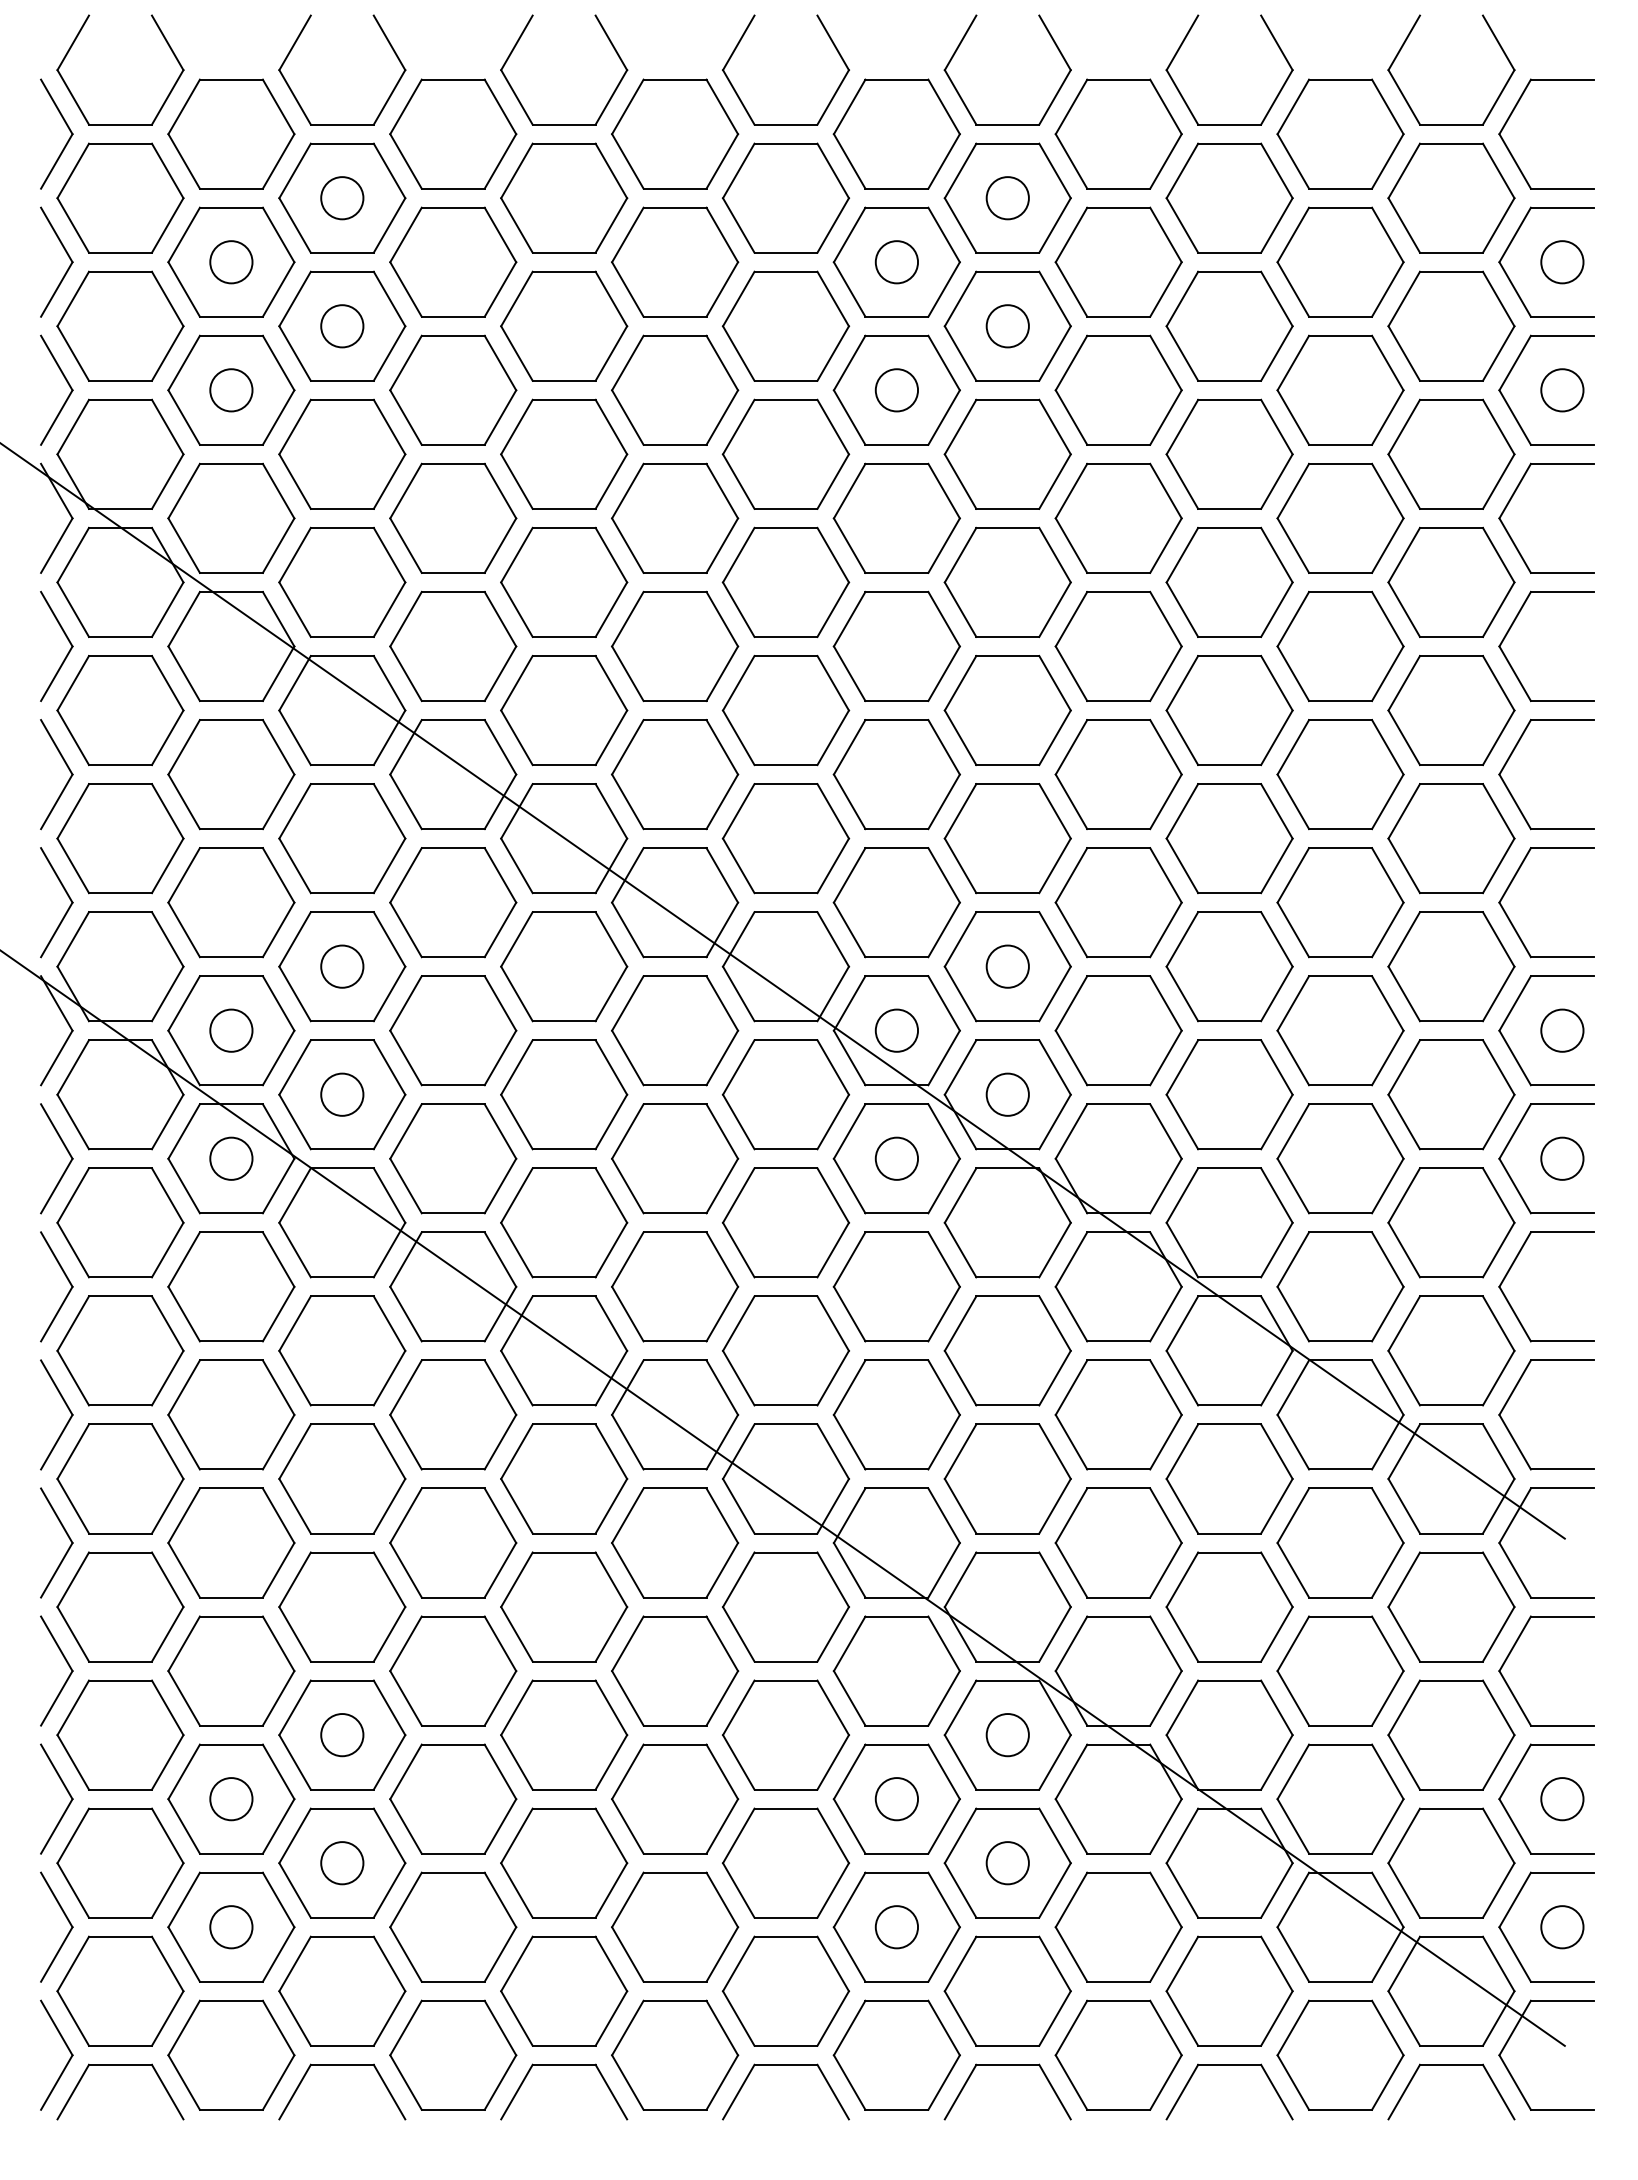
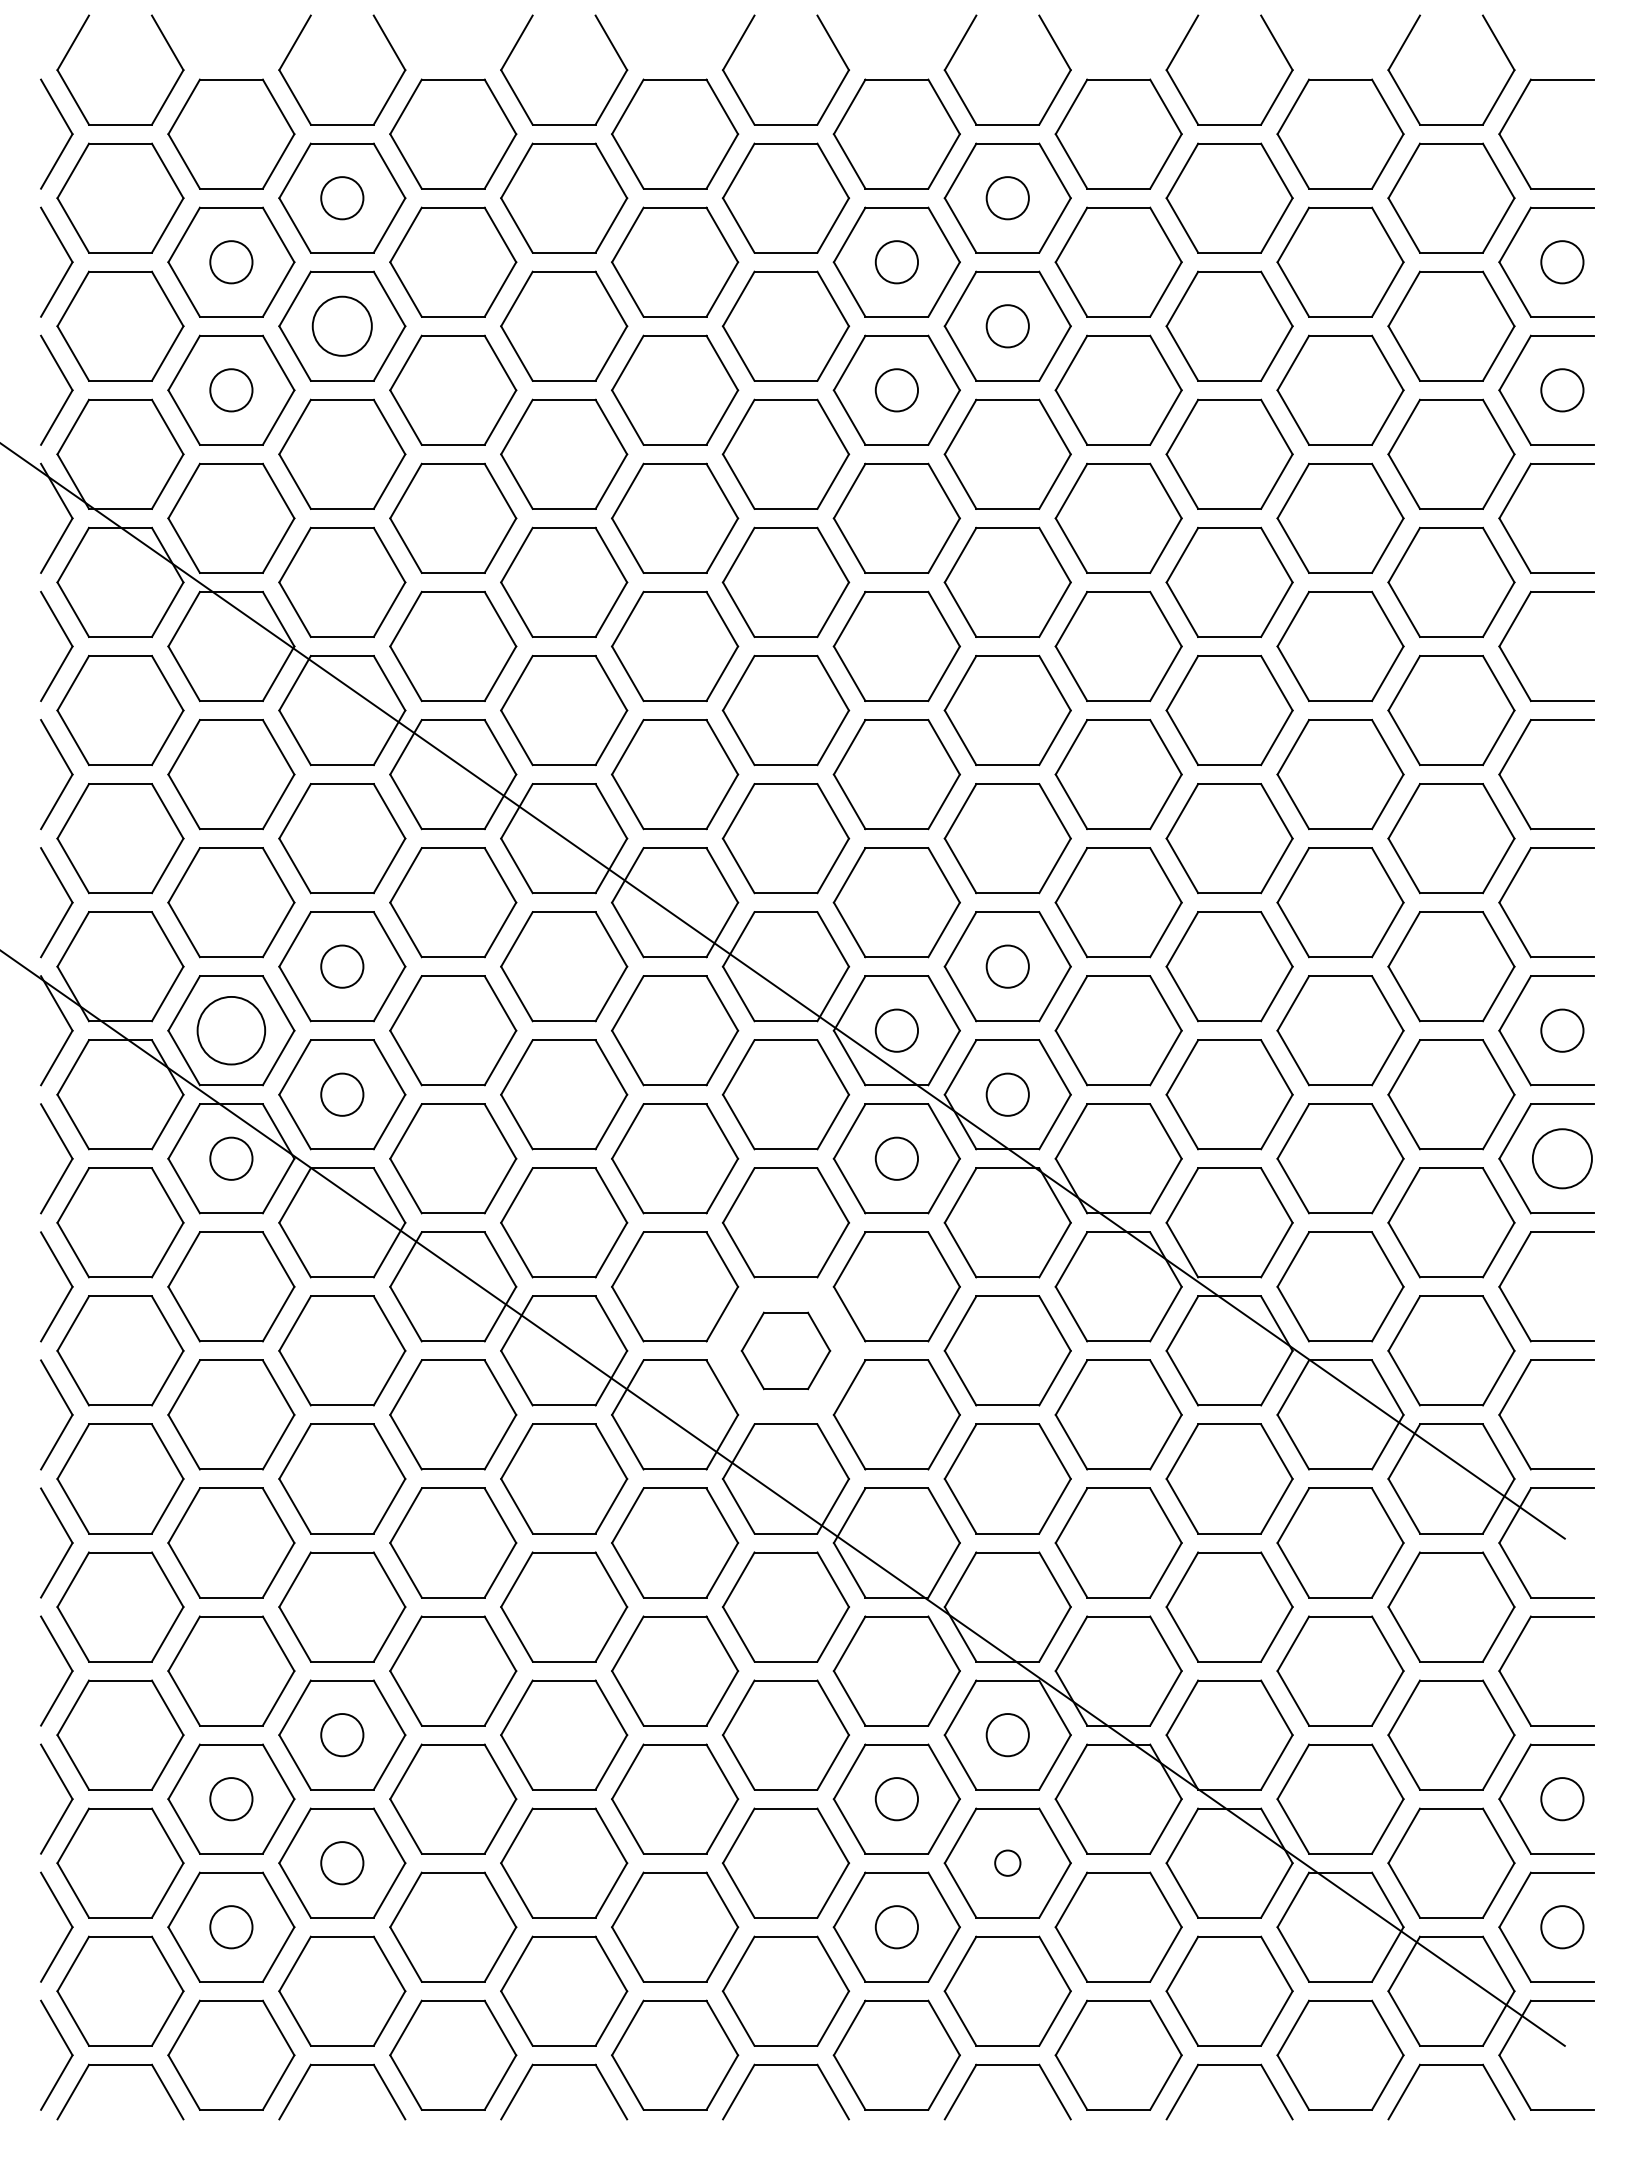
circle at (342, 326) diameter: 42 px -> 59 px
circle at (231, 1030) diameter: 42 px -> 68 px
circle at (1562, 1158) diameter: 42 px -> 59 px
part at (785, 1350) size: 128x112 px -> 92x80 px
circle at (1007, 1863) diameter: 42 px -> 25 px
